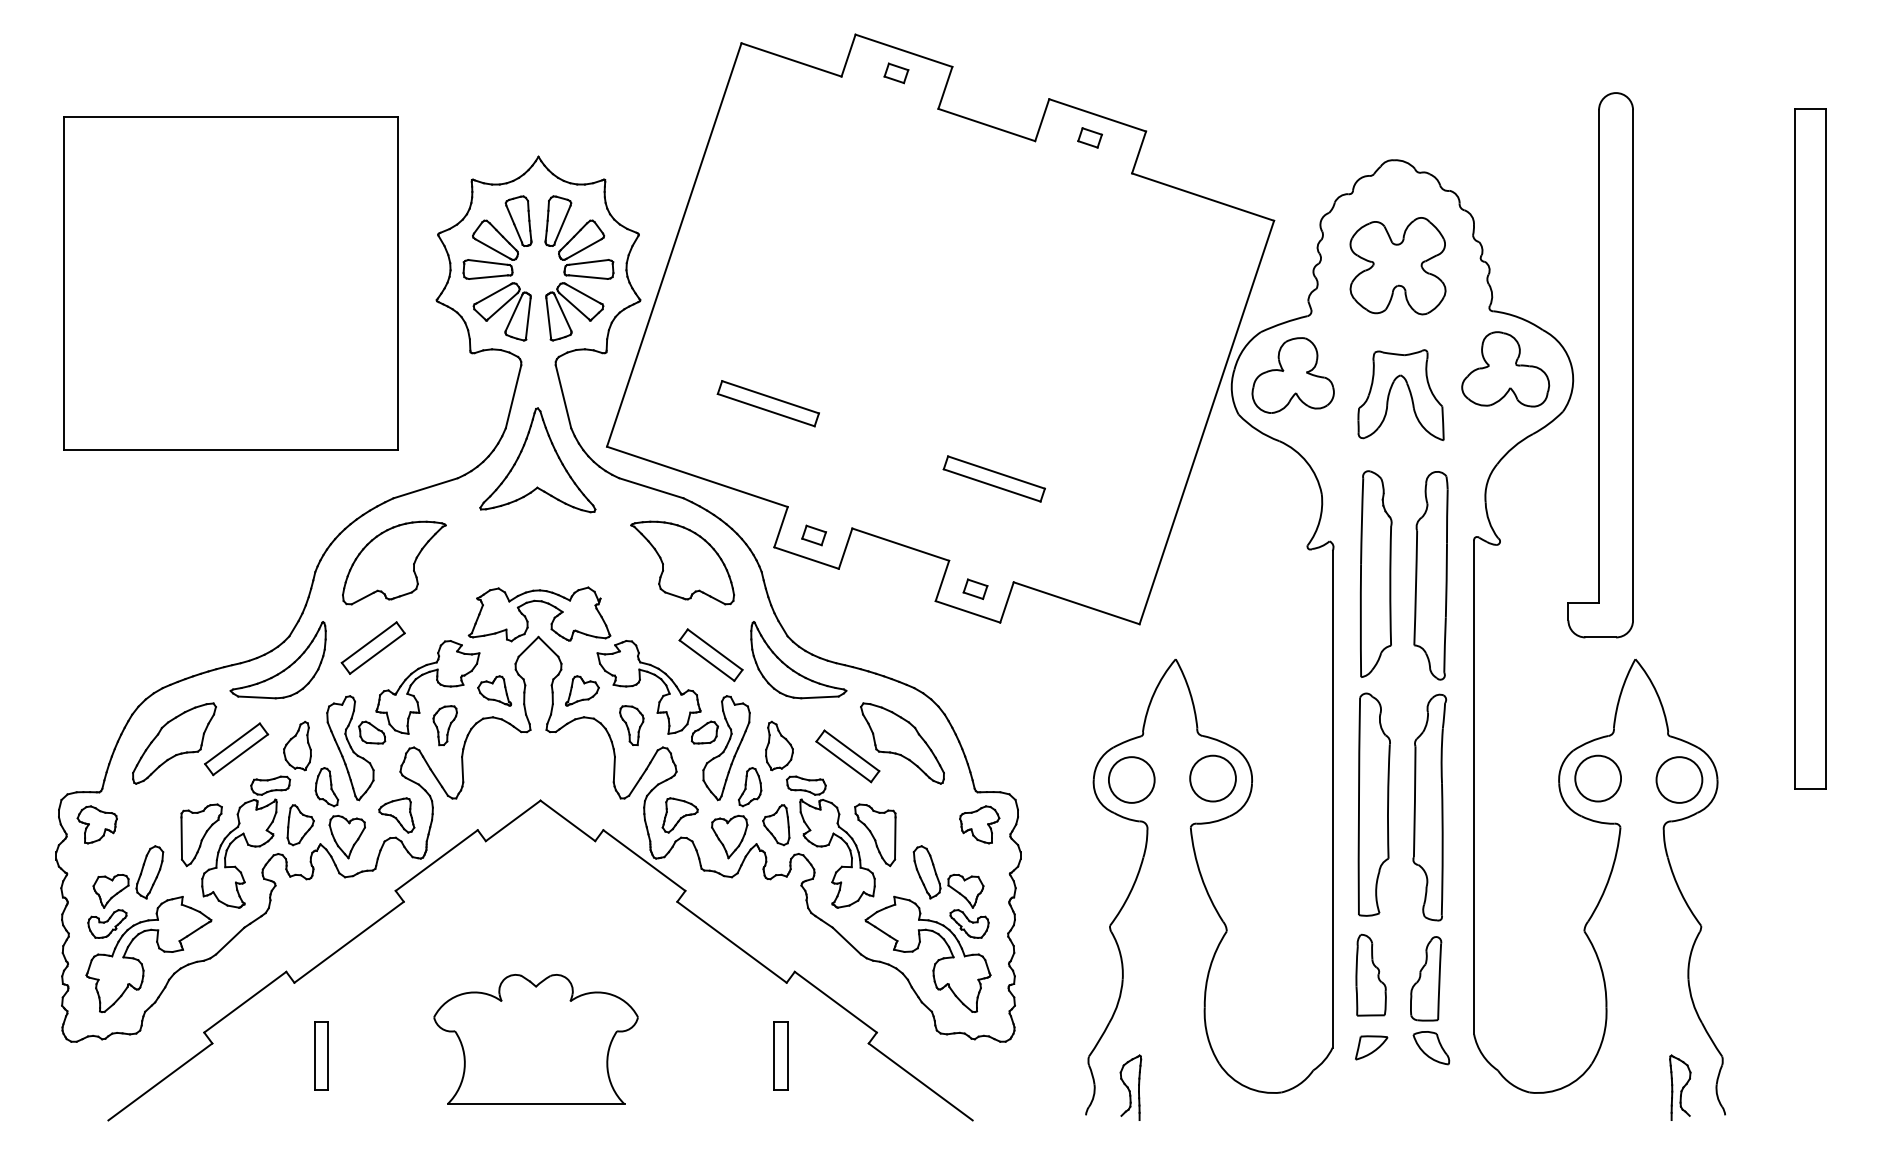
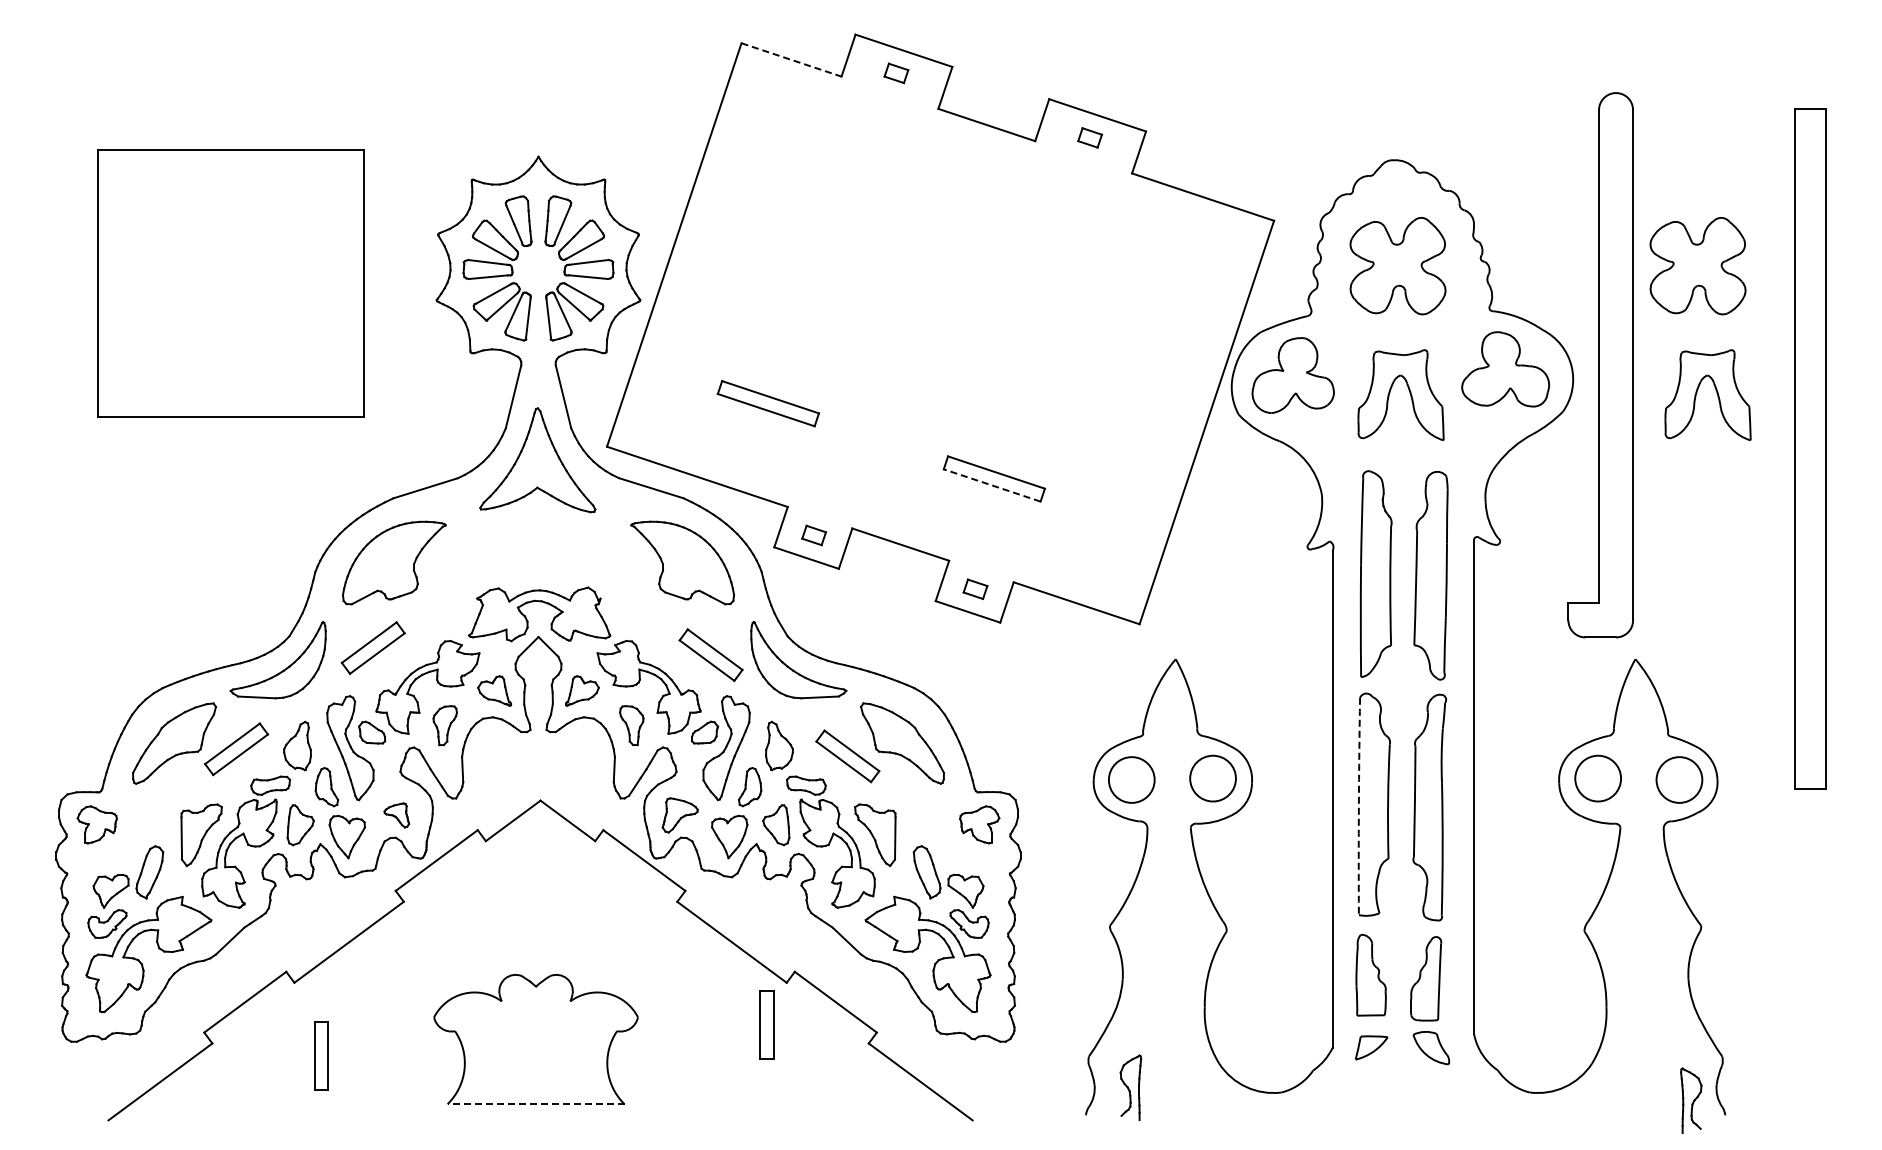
line at (791, 59): solid -> dashed
part at (1697, 266): none -> present
part at (230, 283) size: 336x335 px -> 268x269 px
part at (1716, 393): none -> present
line at (991, 485): solid -> dashed
arc at (1358, 806): solid -> dashed
part at (396, 815) size: 38x37 px -> 28x27 px
part at (780, 1055) position: (780, 1055) -> (766, 1024)
part at (1680, 1087) position: (1680, 1087) -> (1691, 1100)
line at (535, 1104): solid -> dashed
